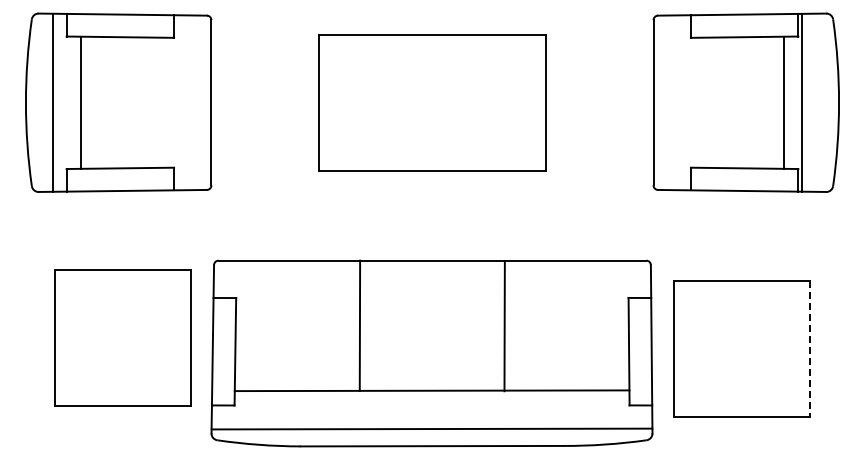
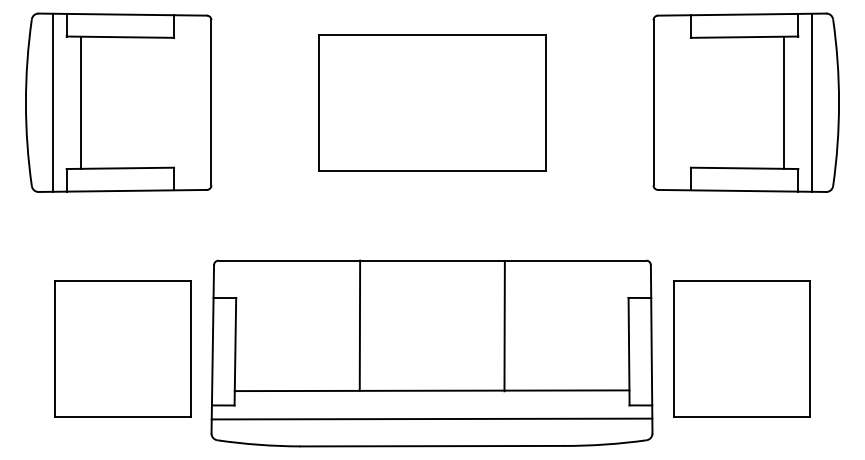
line at (801, 102) position: (801, 102) -> (811, 102)
part at (122, 337) position: (122, 337) -> (122, 348)
line at (810, 349): dashed -> solid
line at (431, 428) position: (431, 428) -> (431, 418)
